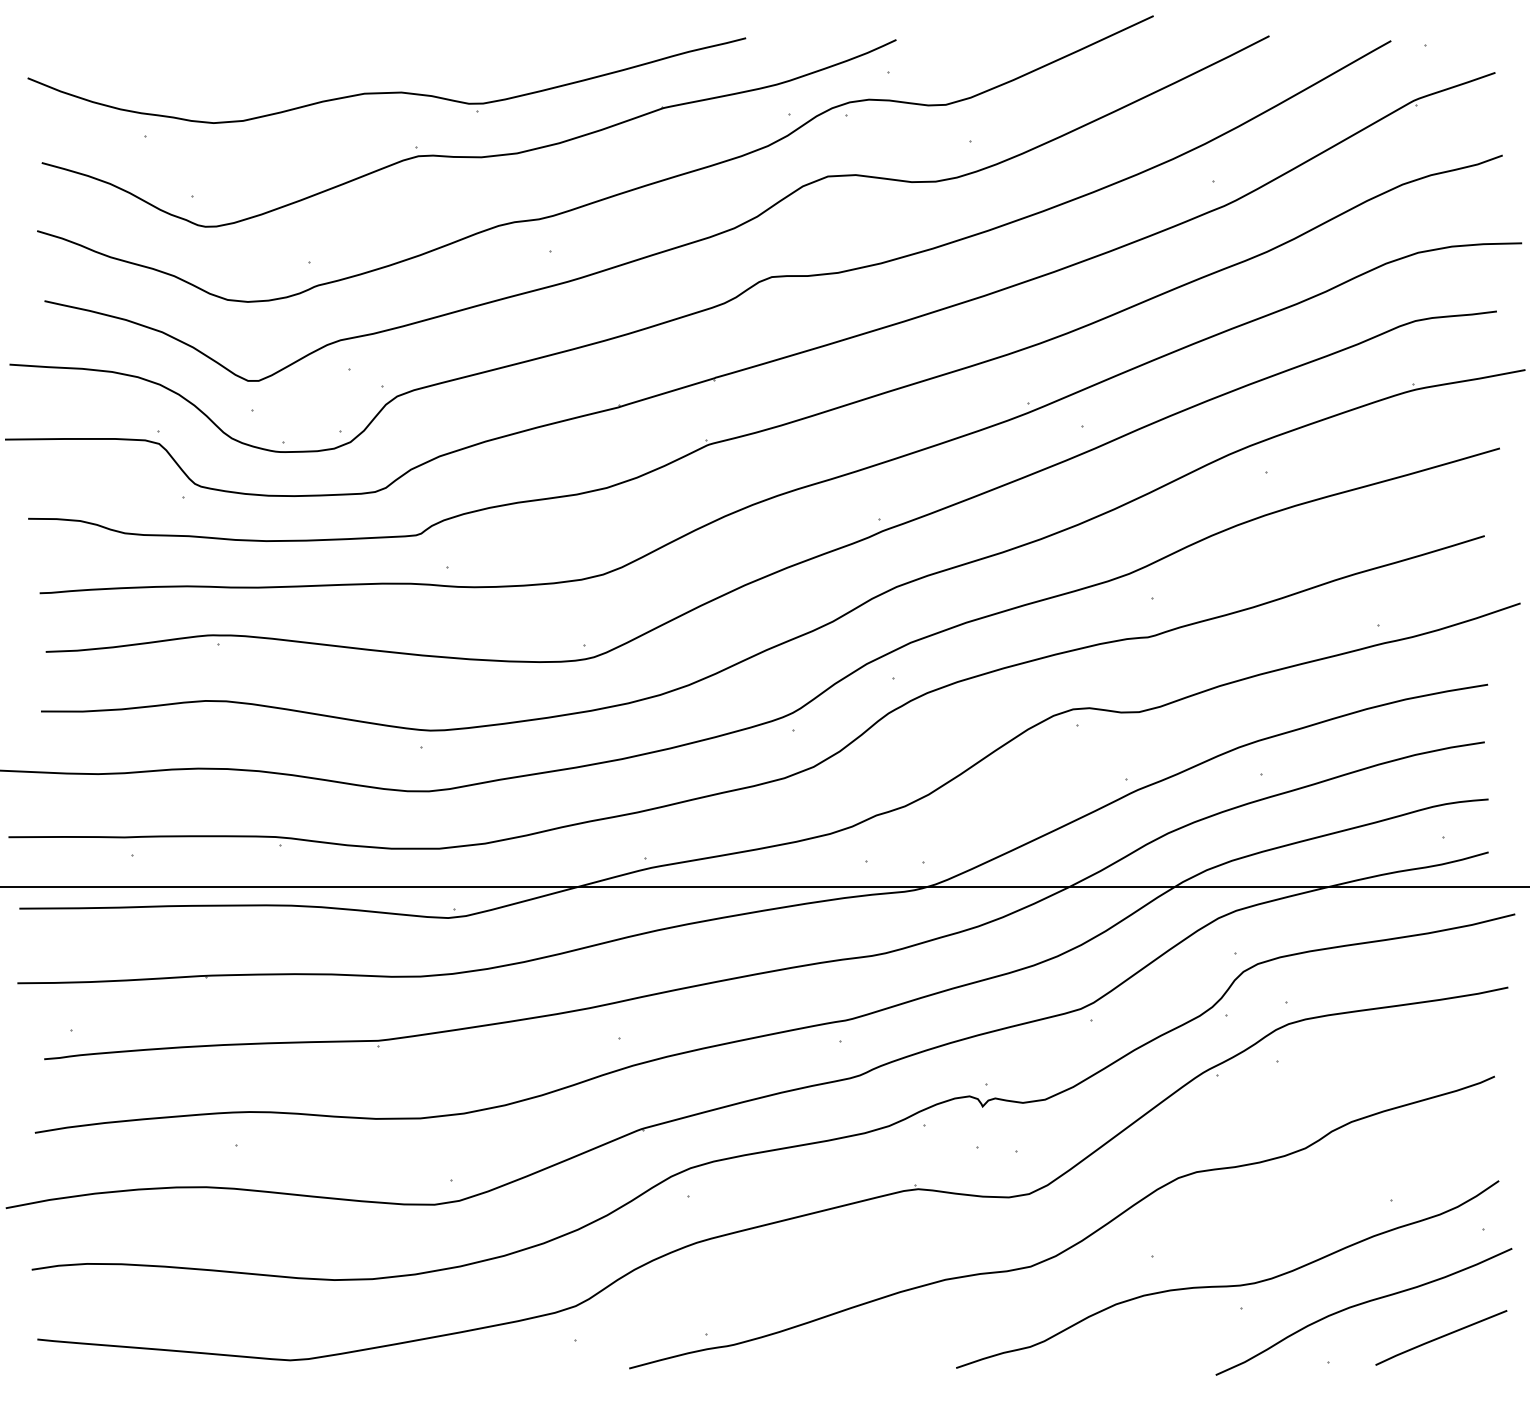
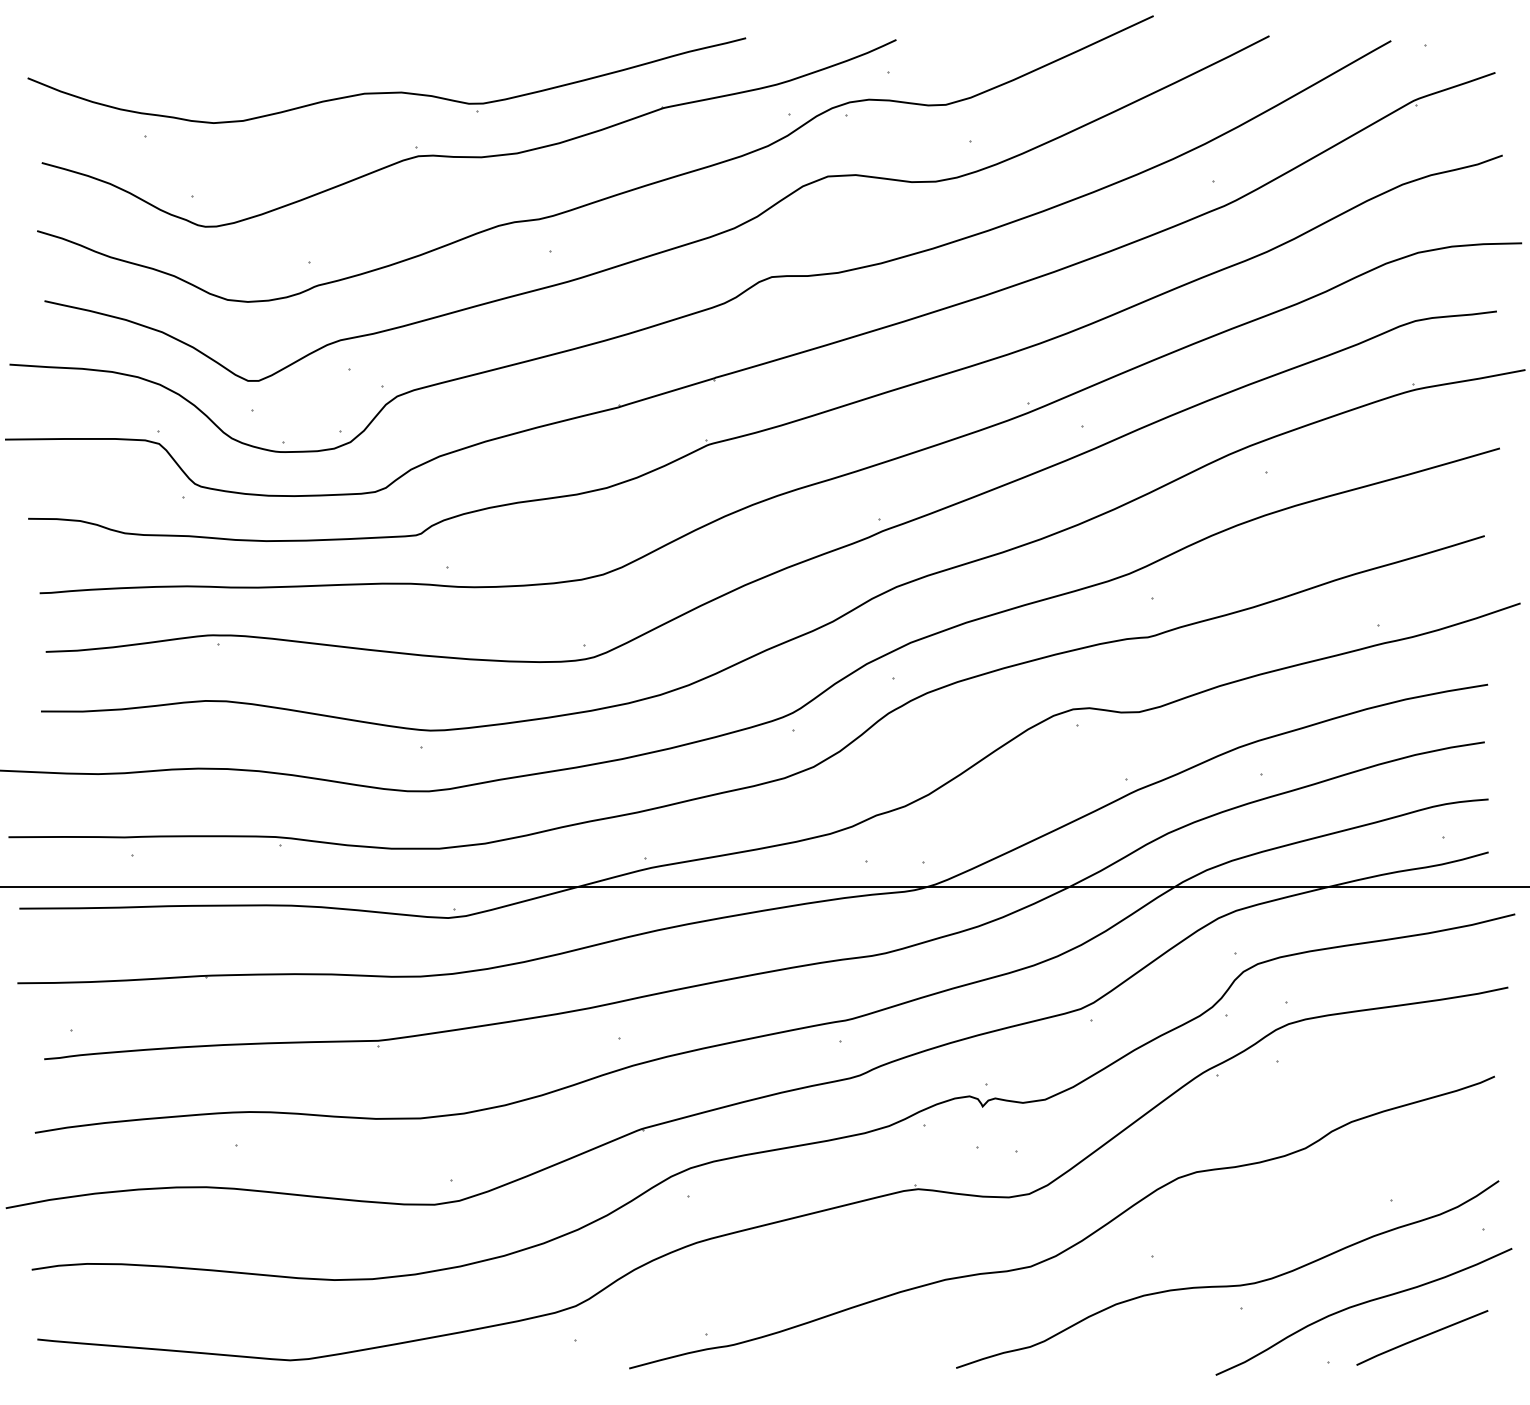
line at (1441, 1337) position: (1441, 1337) -> (1422, 1337)
